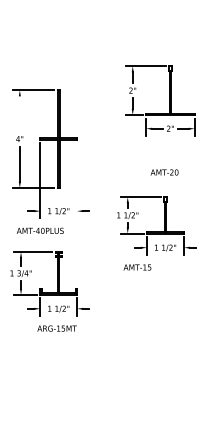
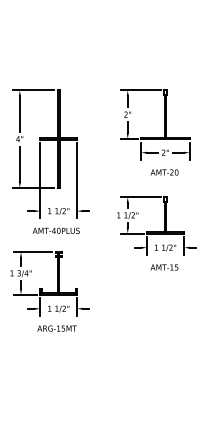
part at (169, 100) position: (169, 100) -> (164, 124)
line at (19, 113): none -> present
line at (77, 180): none -> present
text at (39, 230) position: (39, 230) -> (55, 230)
text at (137, 267) position: (137, 267) -> (164, 267)
